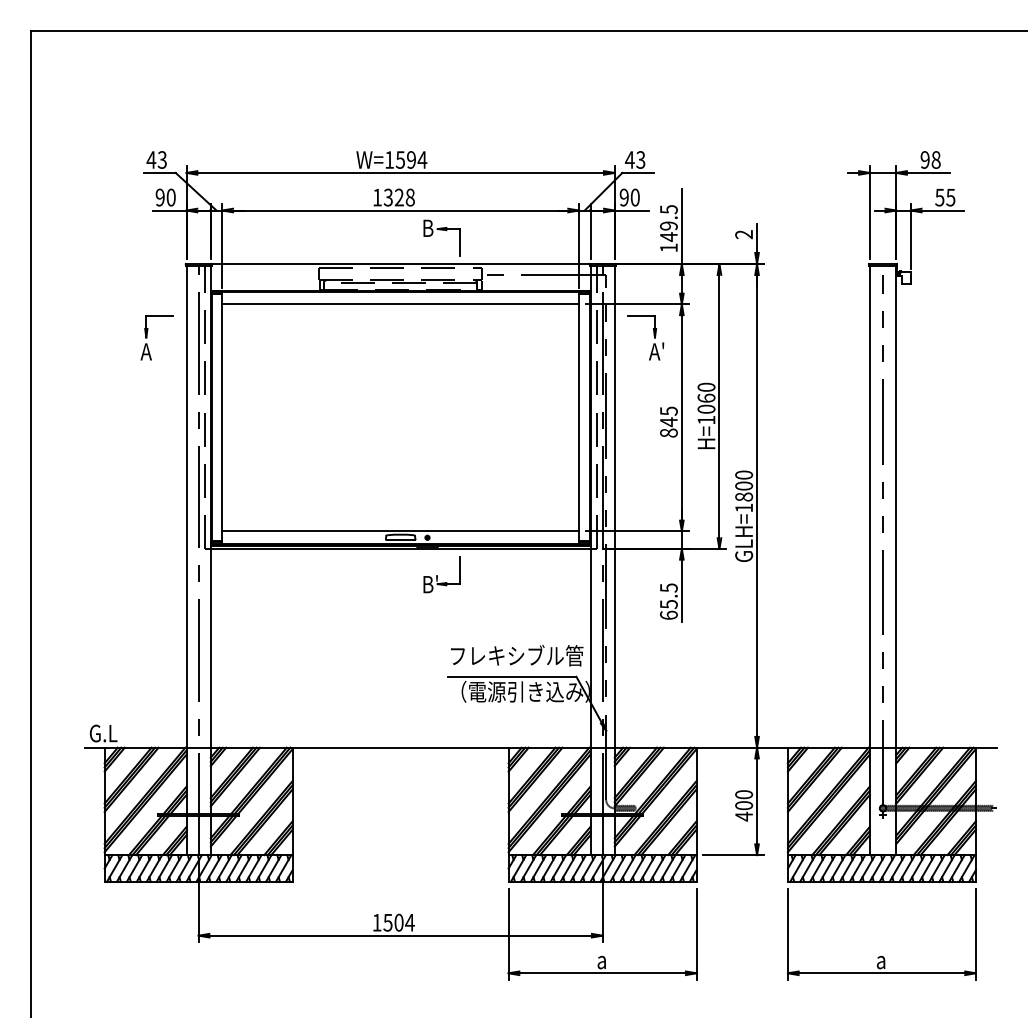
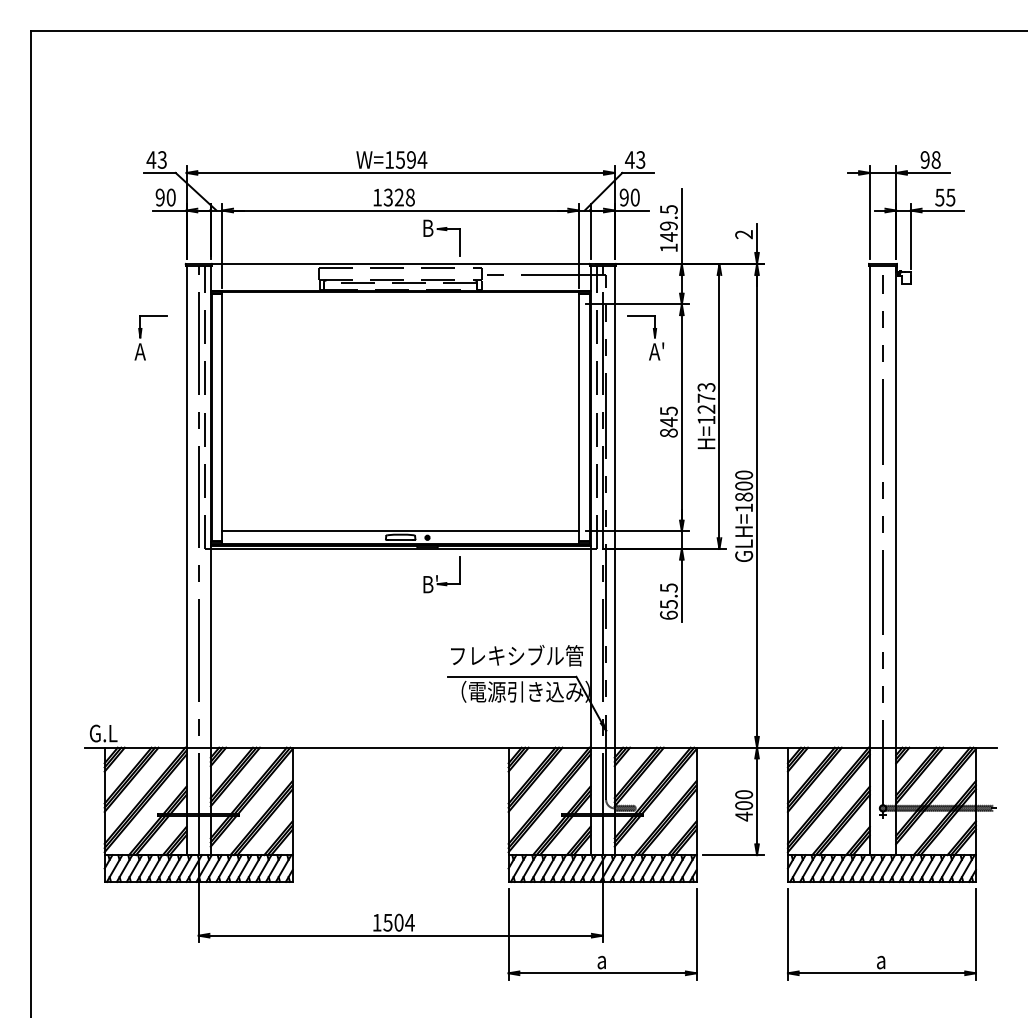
line at (400, 304): present -> none
part at (147, 337) position: (147, 337) -> (141, 337)
text at (706, 397): H=1060 -> H=1273
